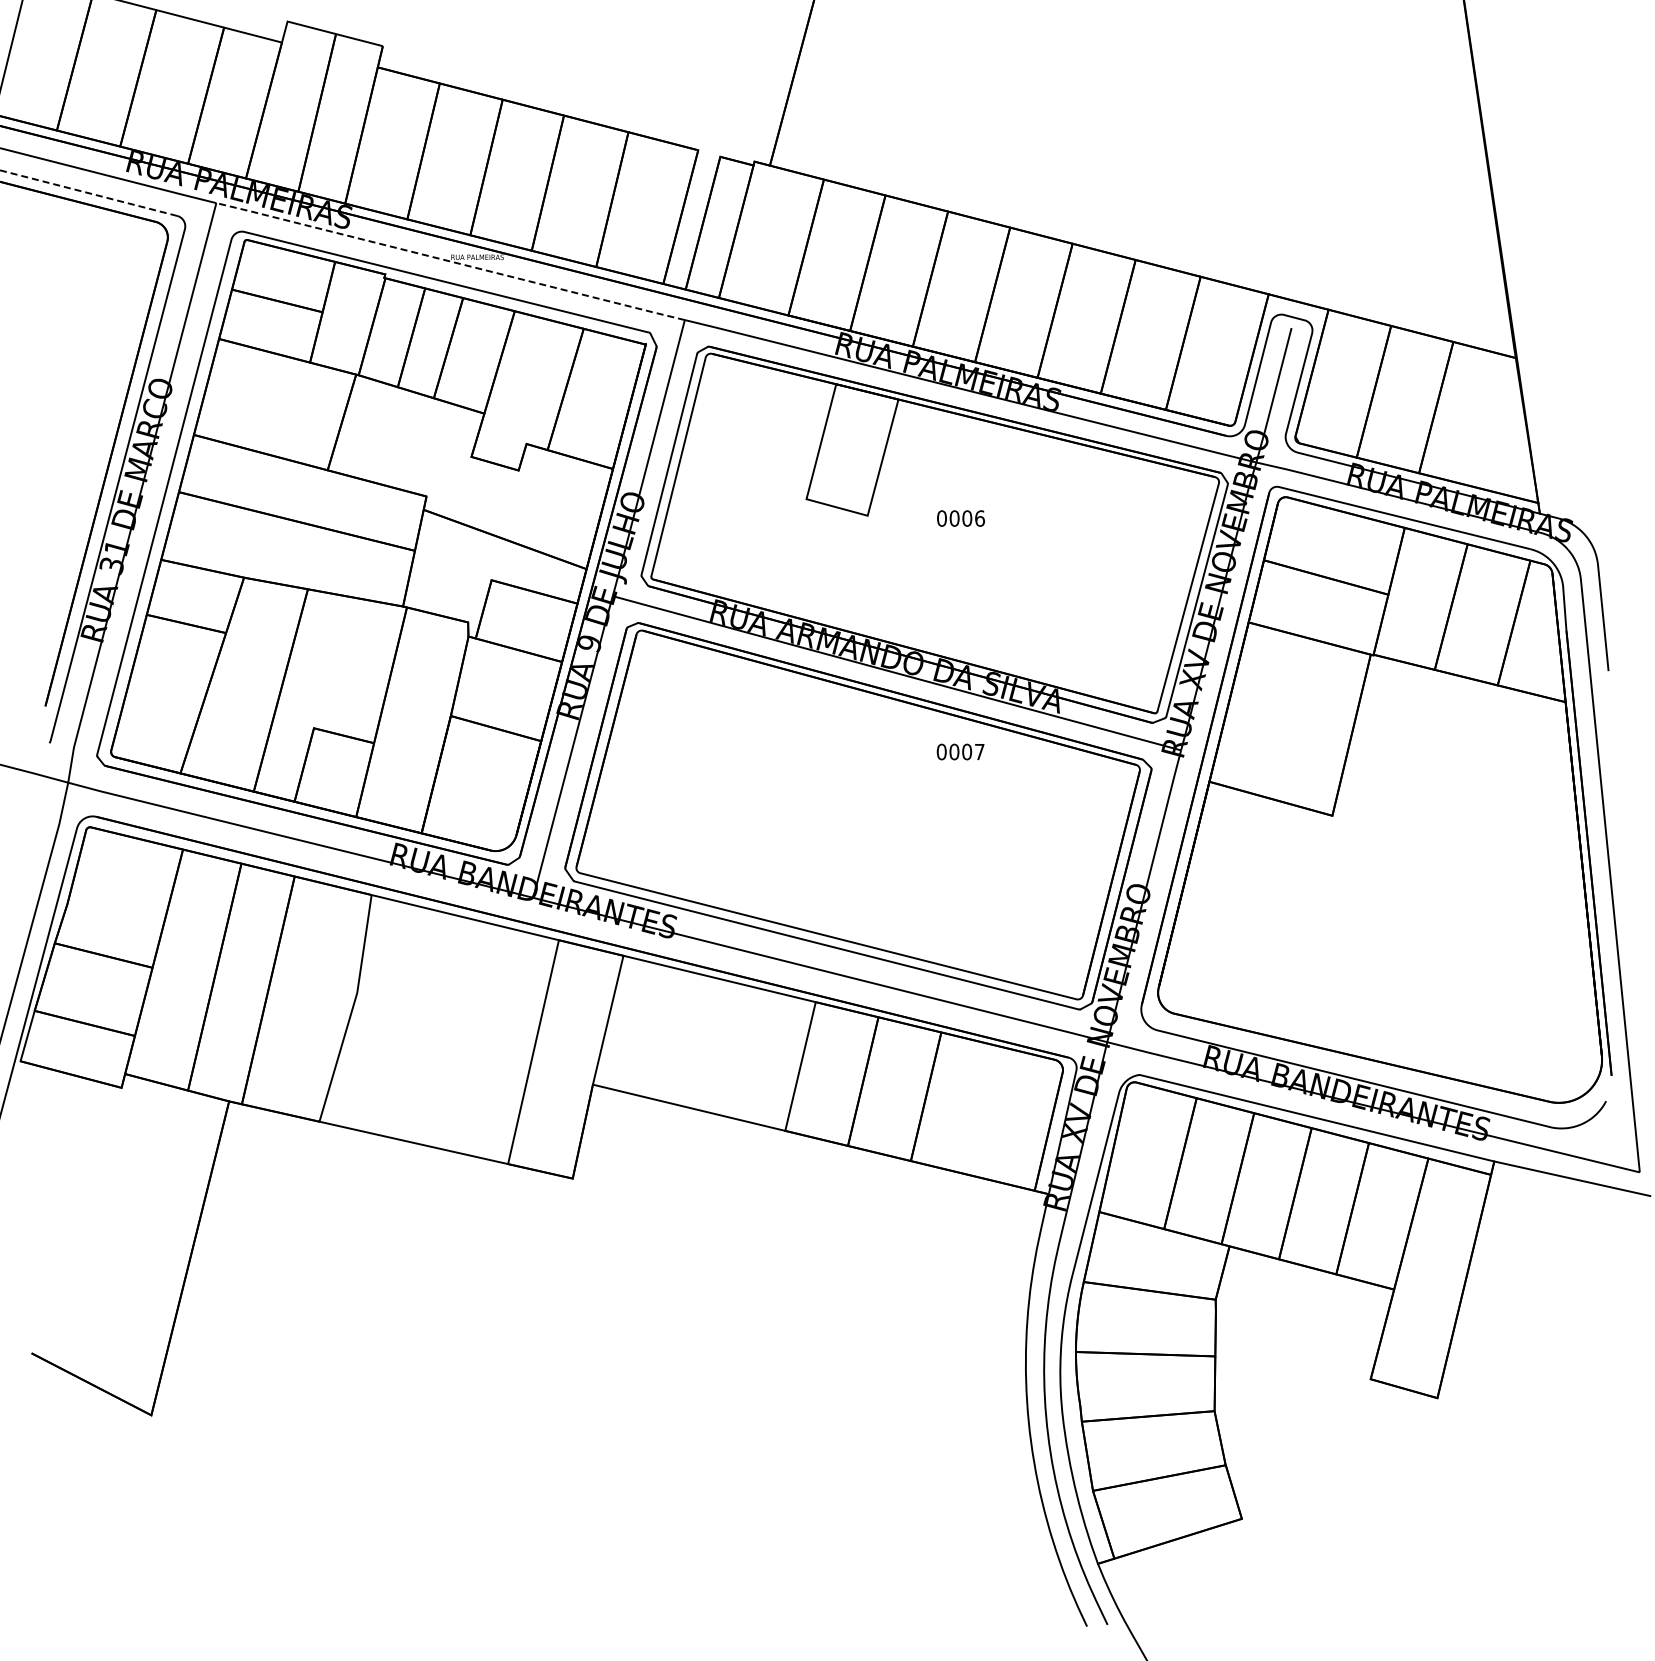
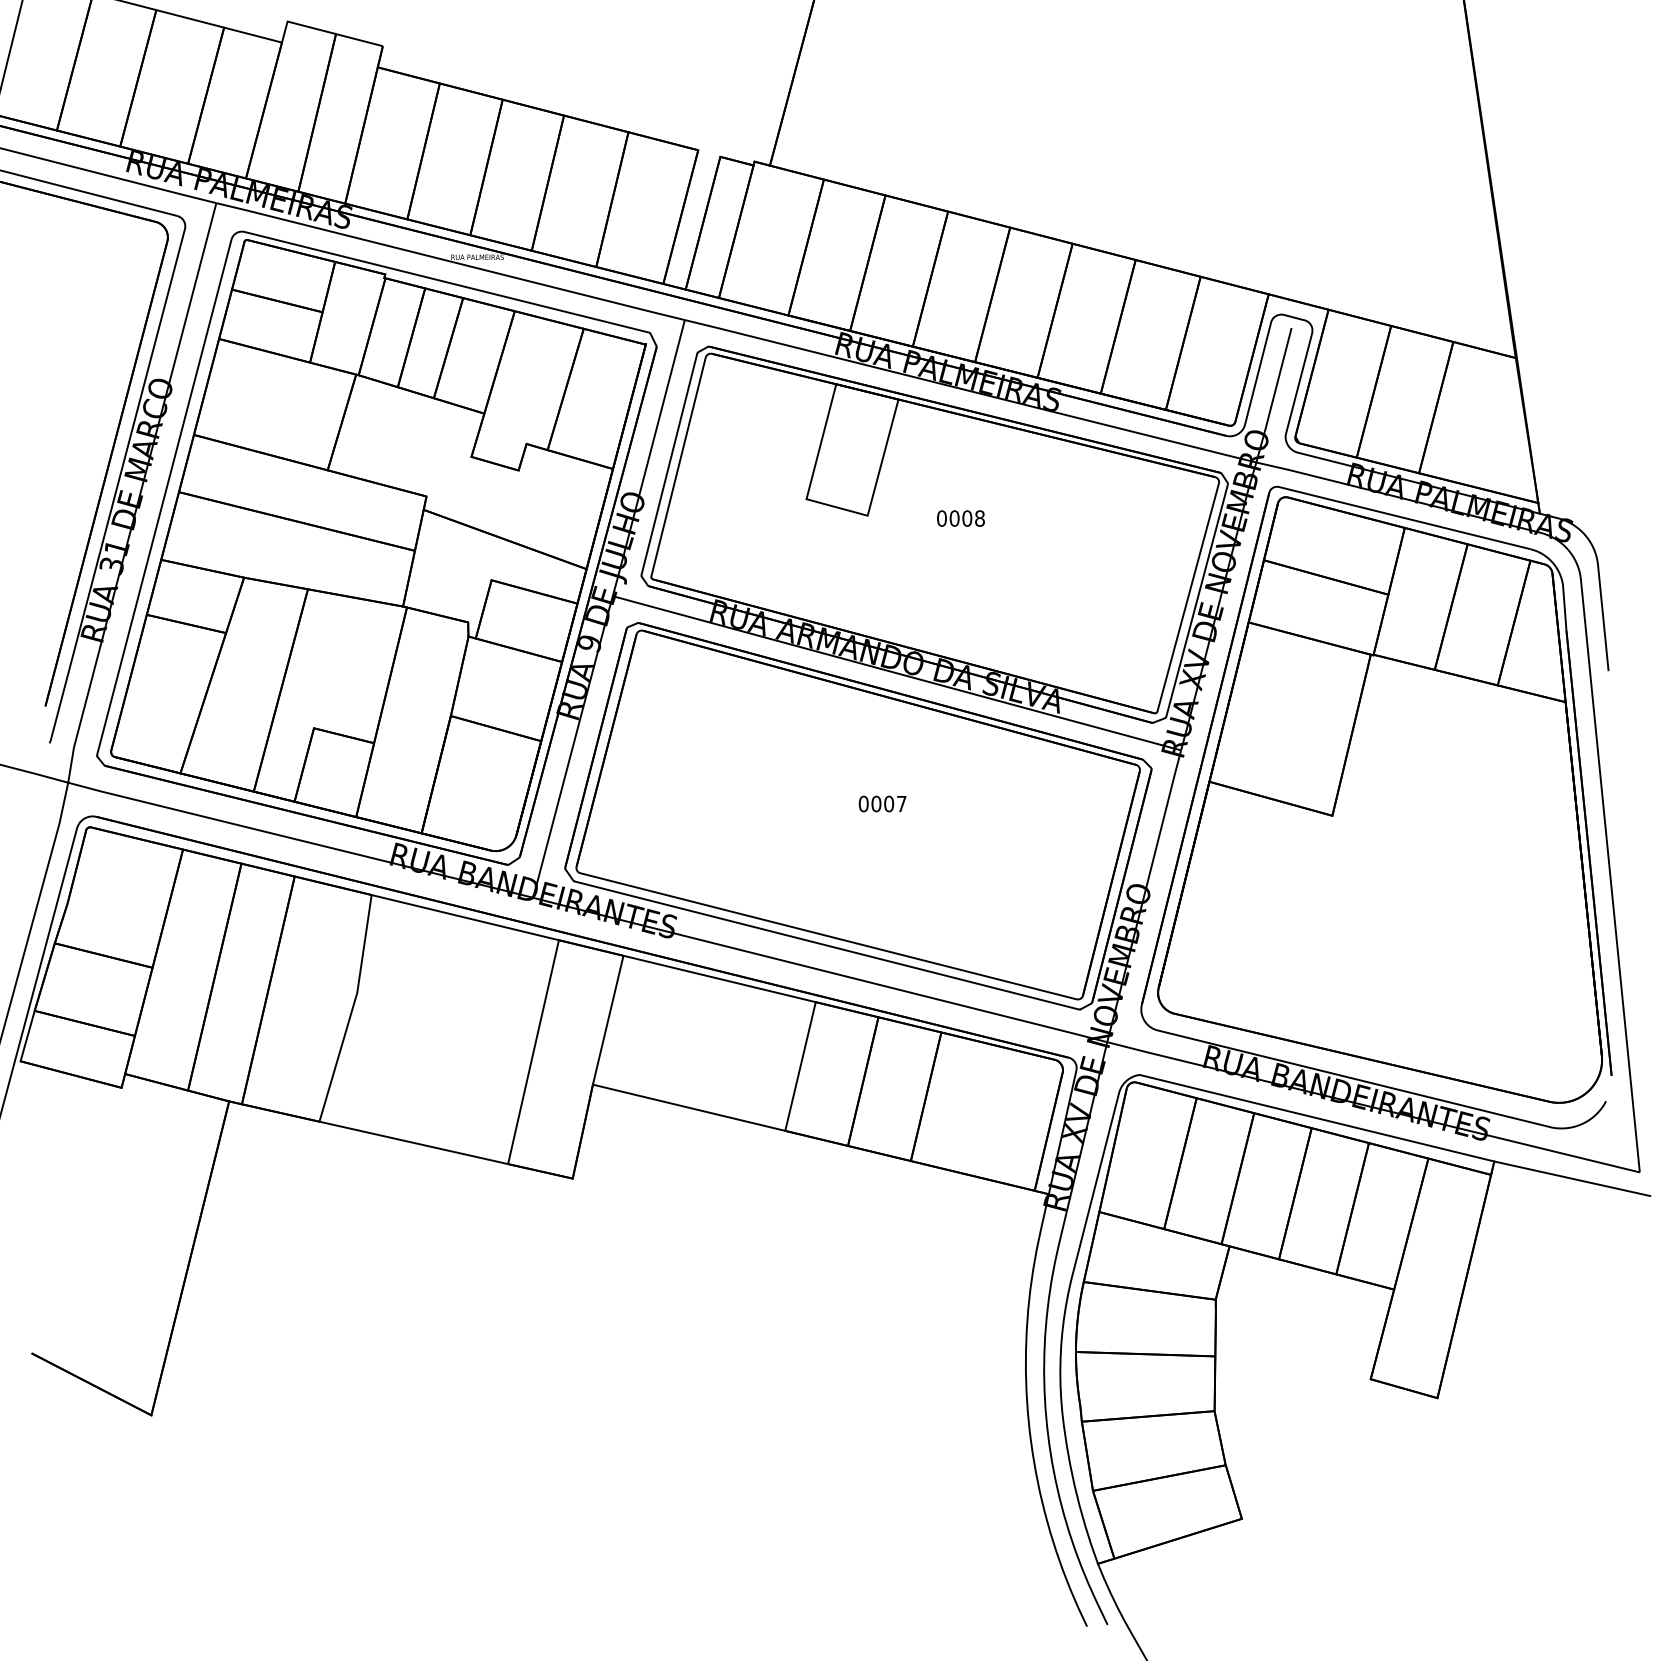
line at (88, 193): dashed -> solid
line at (450, 261): dashed -> solid
text at (980, 518): 0006 -> 0008
text at (960, 751) position: (960, 751) -> (882, 803)
